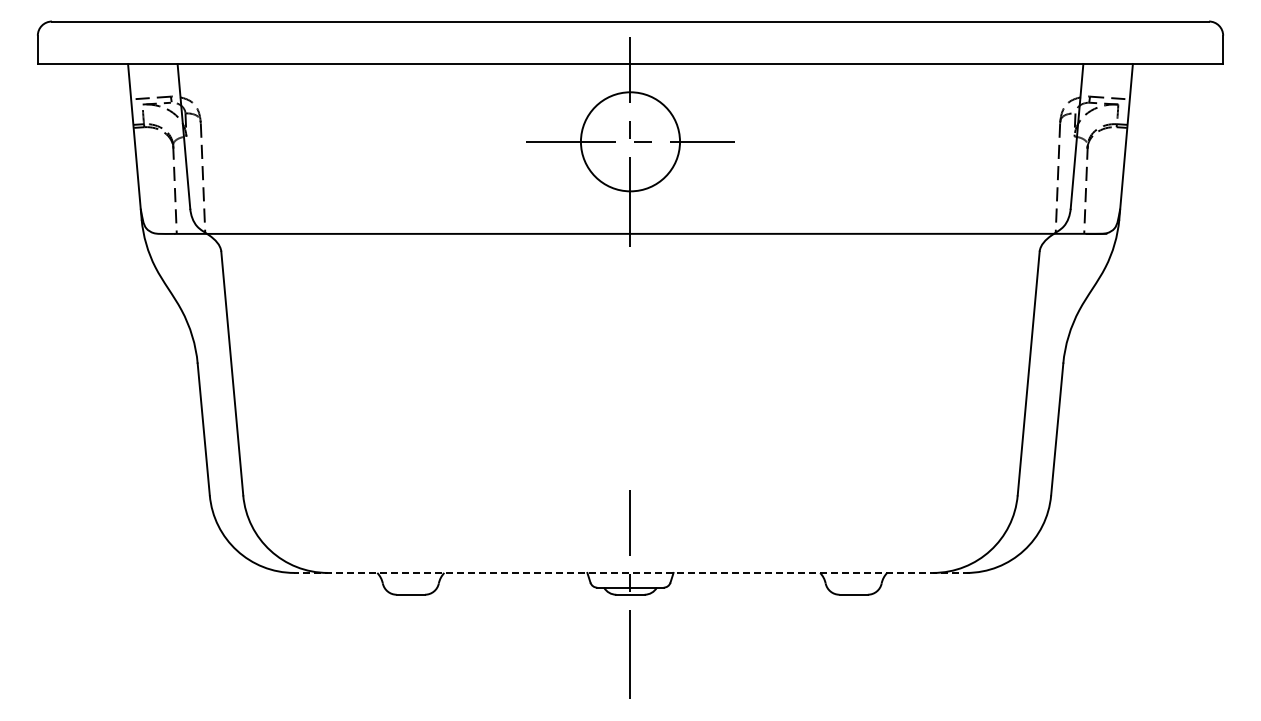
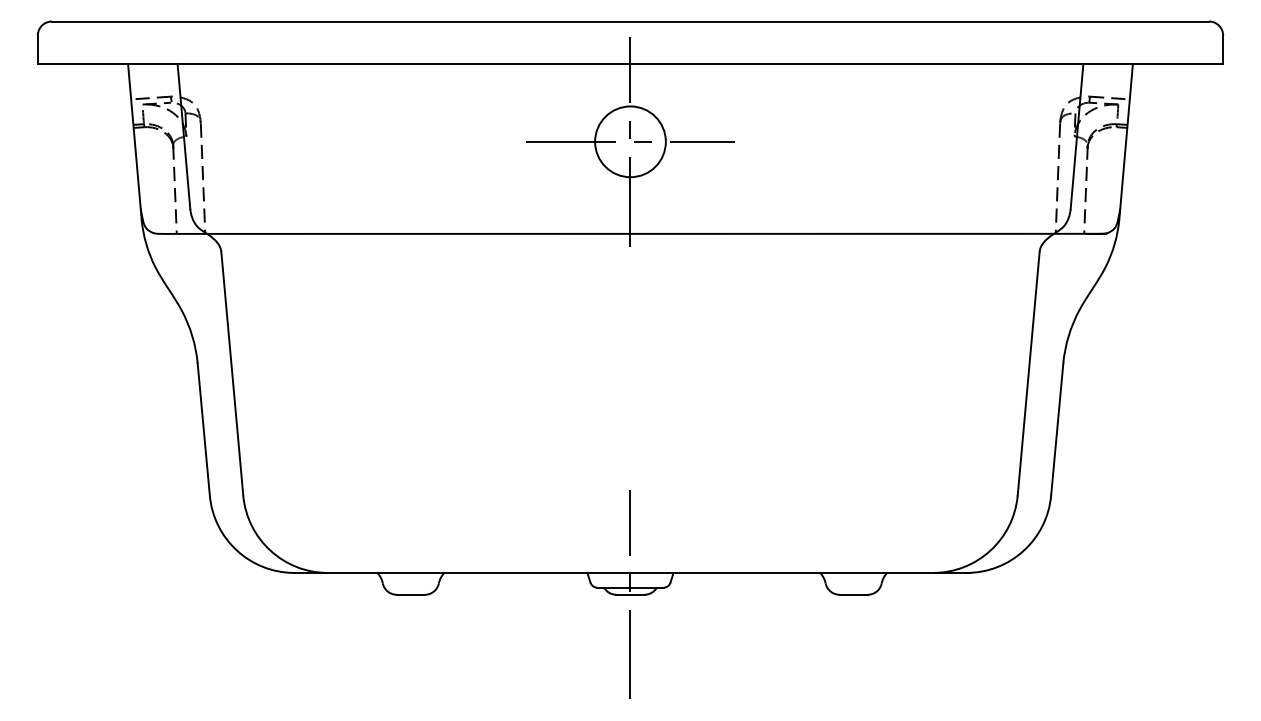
circle at (630, 141) diameter: 99 px -> 71 px
line at (632, 572): dashed -> solid
